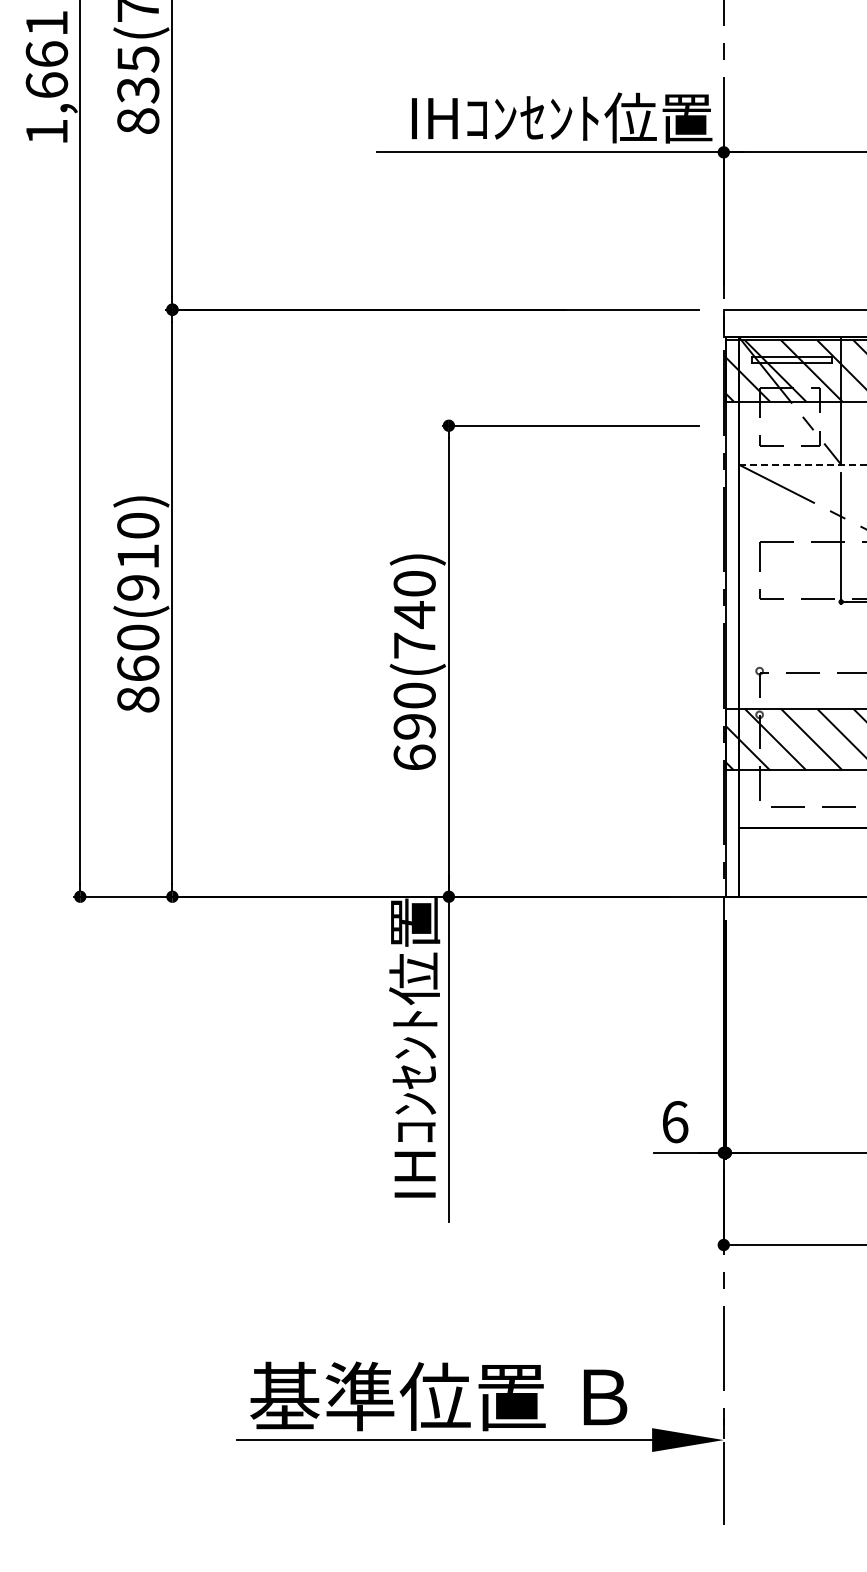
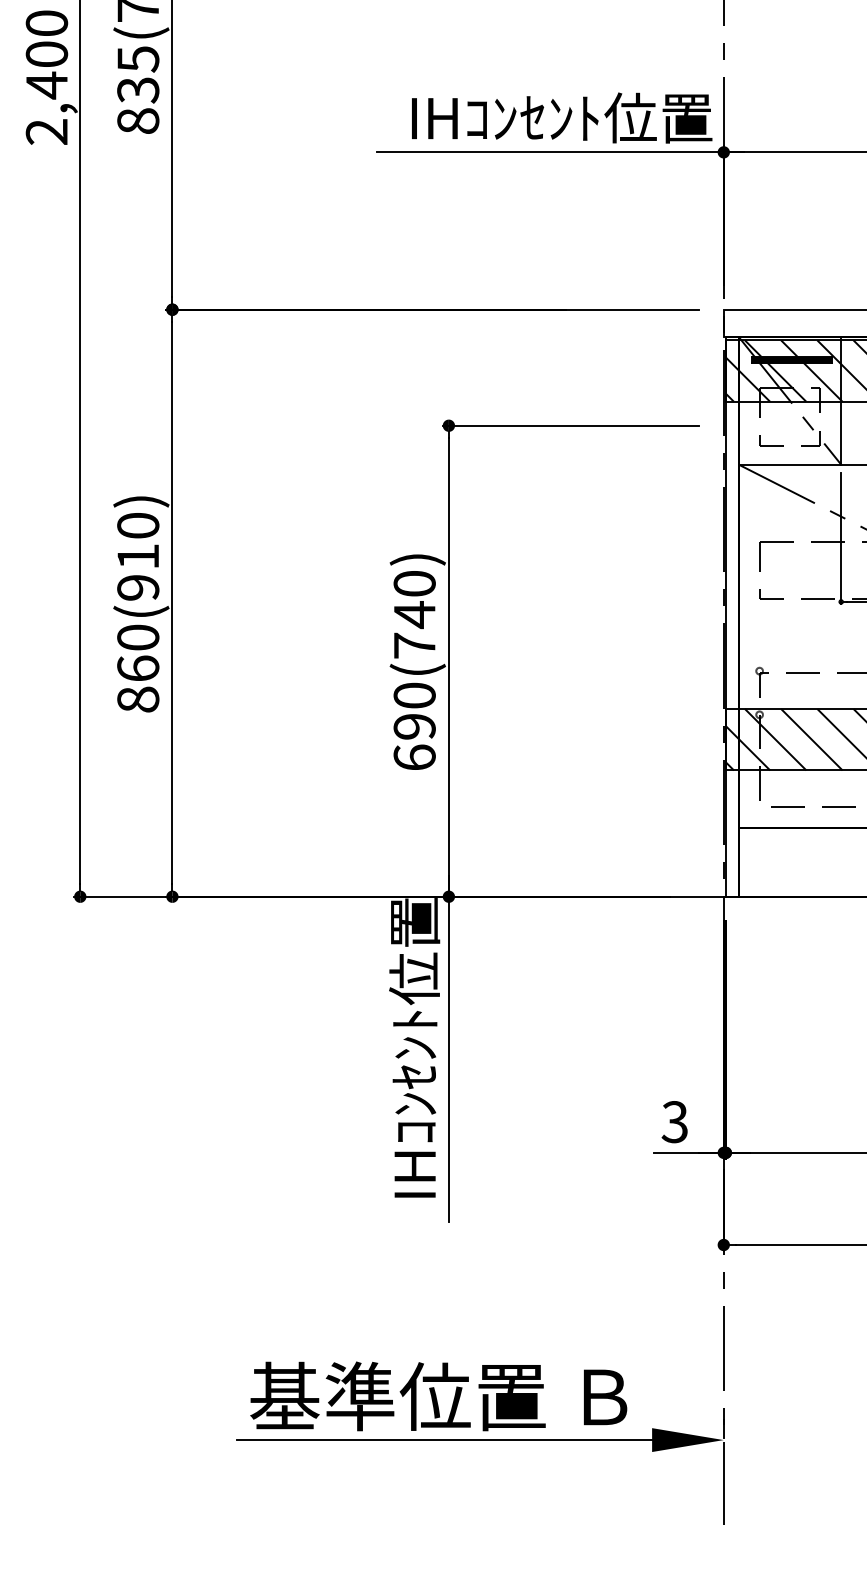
text at (46, 77): 1,661 -> 2,400
hatch at (791, 359): none -> present
line at (802, 464): dashed -> solid
text at (674, 1122): 6 -> 3
